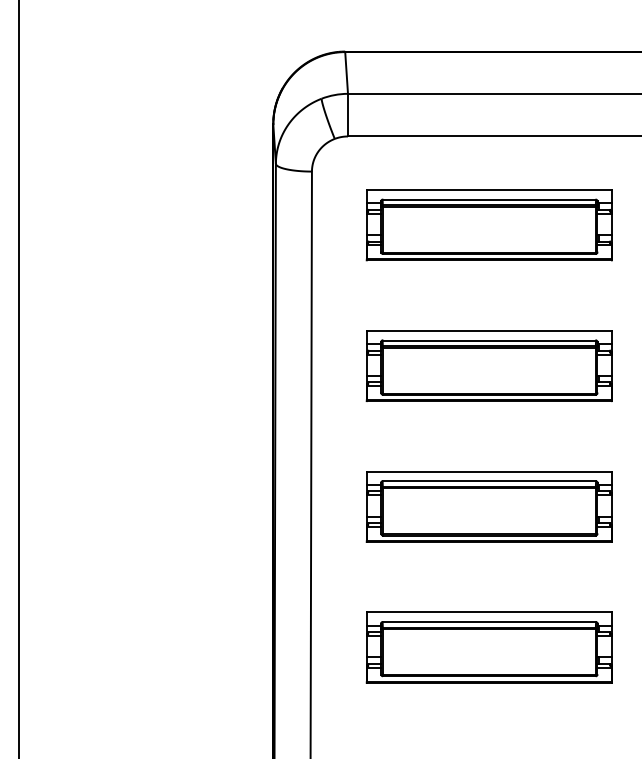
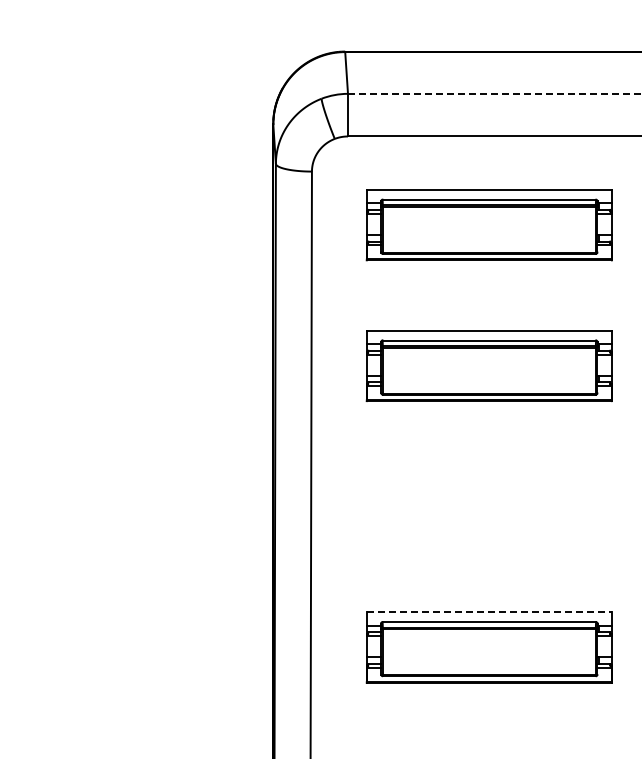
line at (494, 93): solid -> dashed
line at (19, 378): present -> none
part at (488, 506): present -> none
line at (489, 612): solid -> dashed
